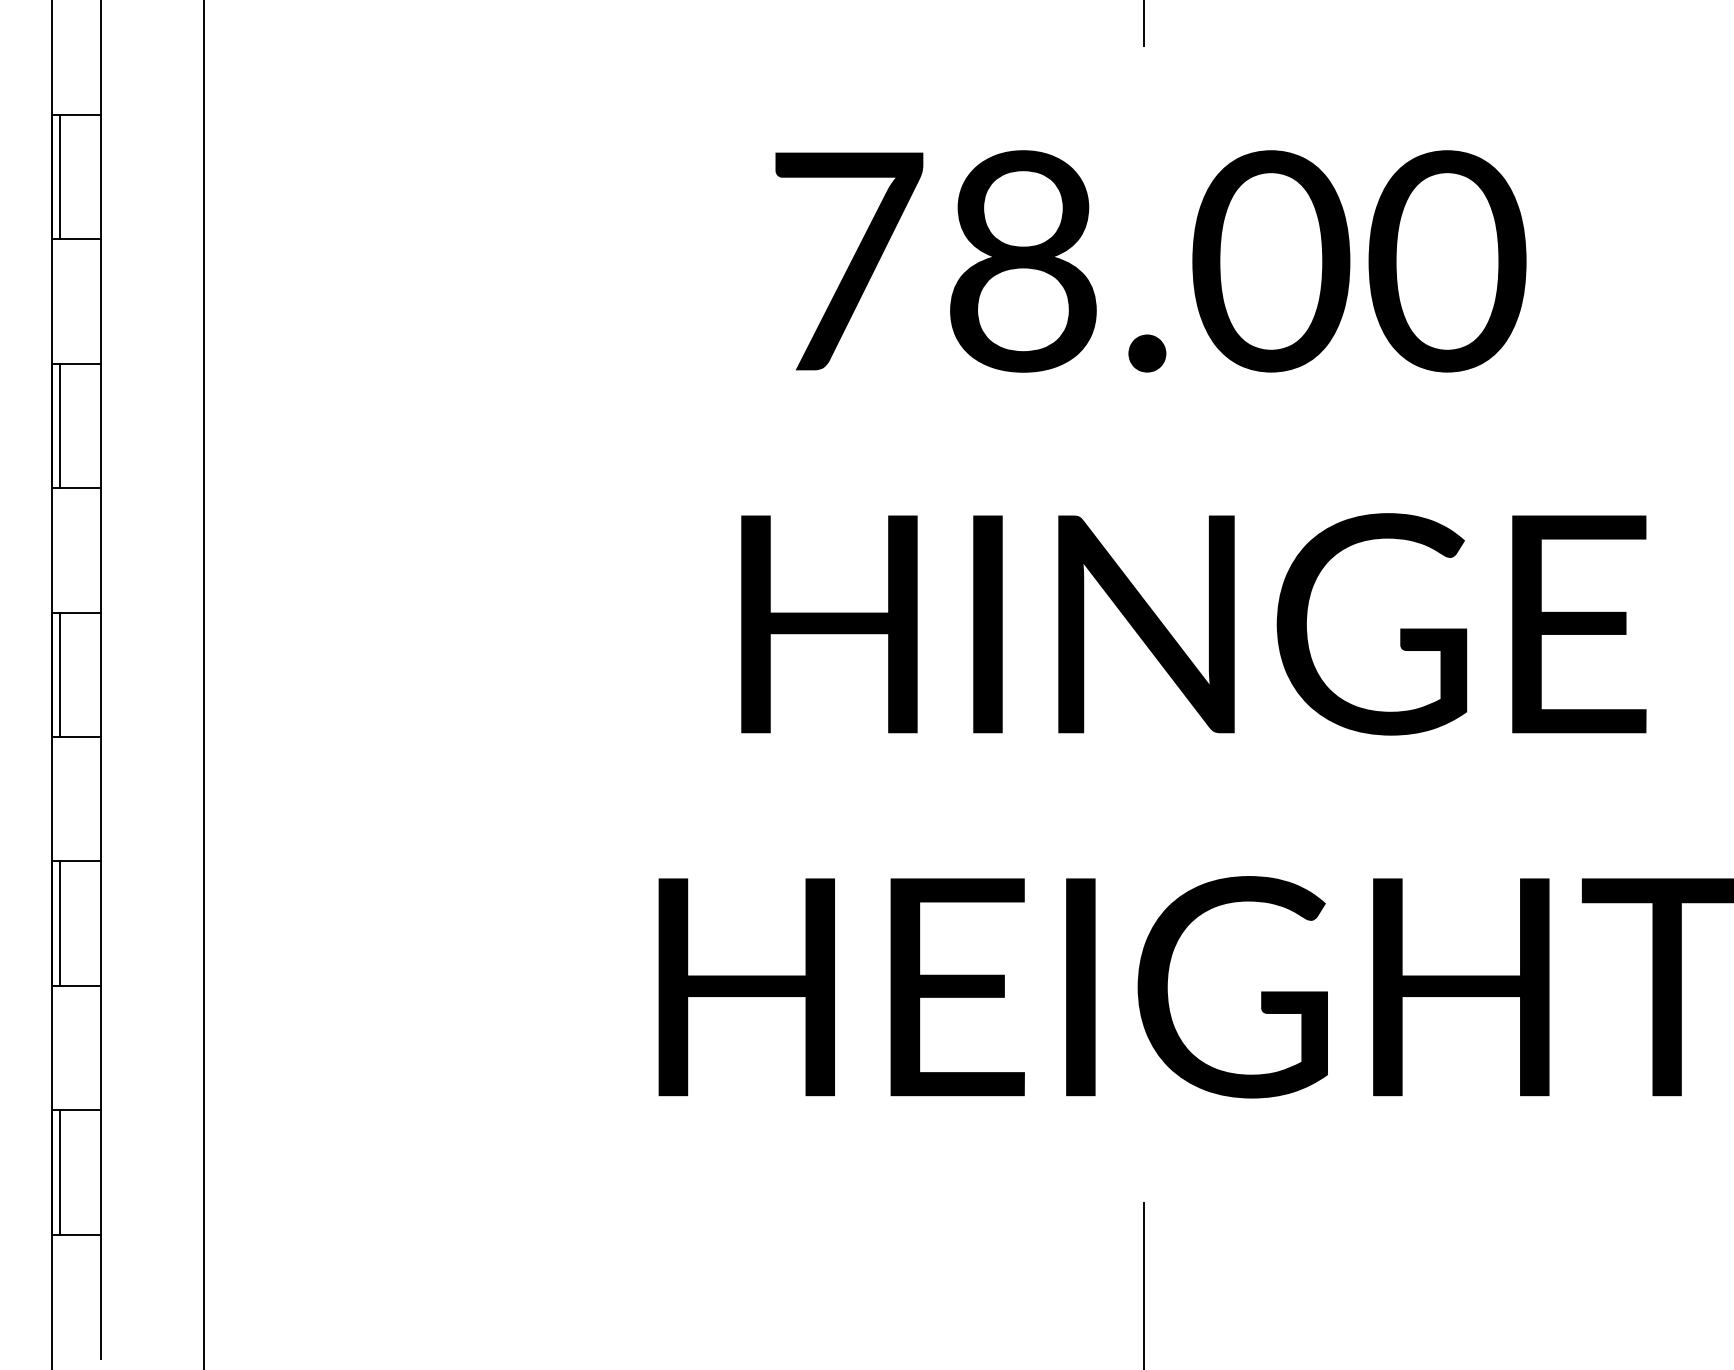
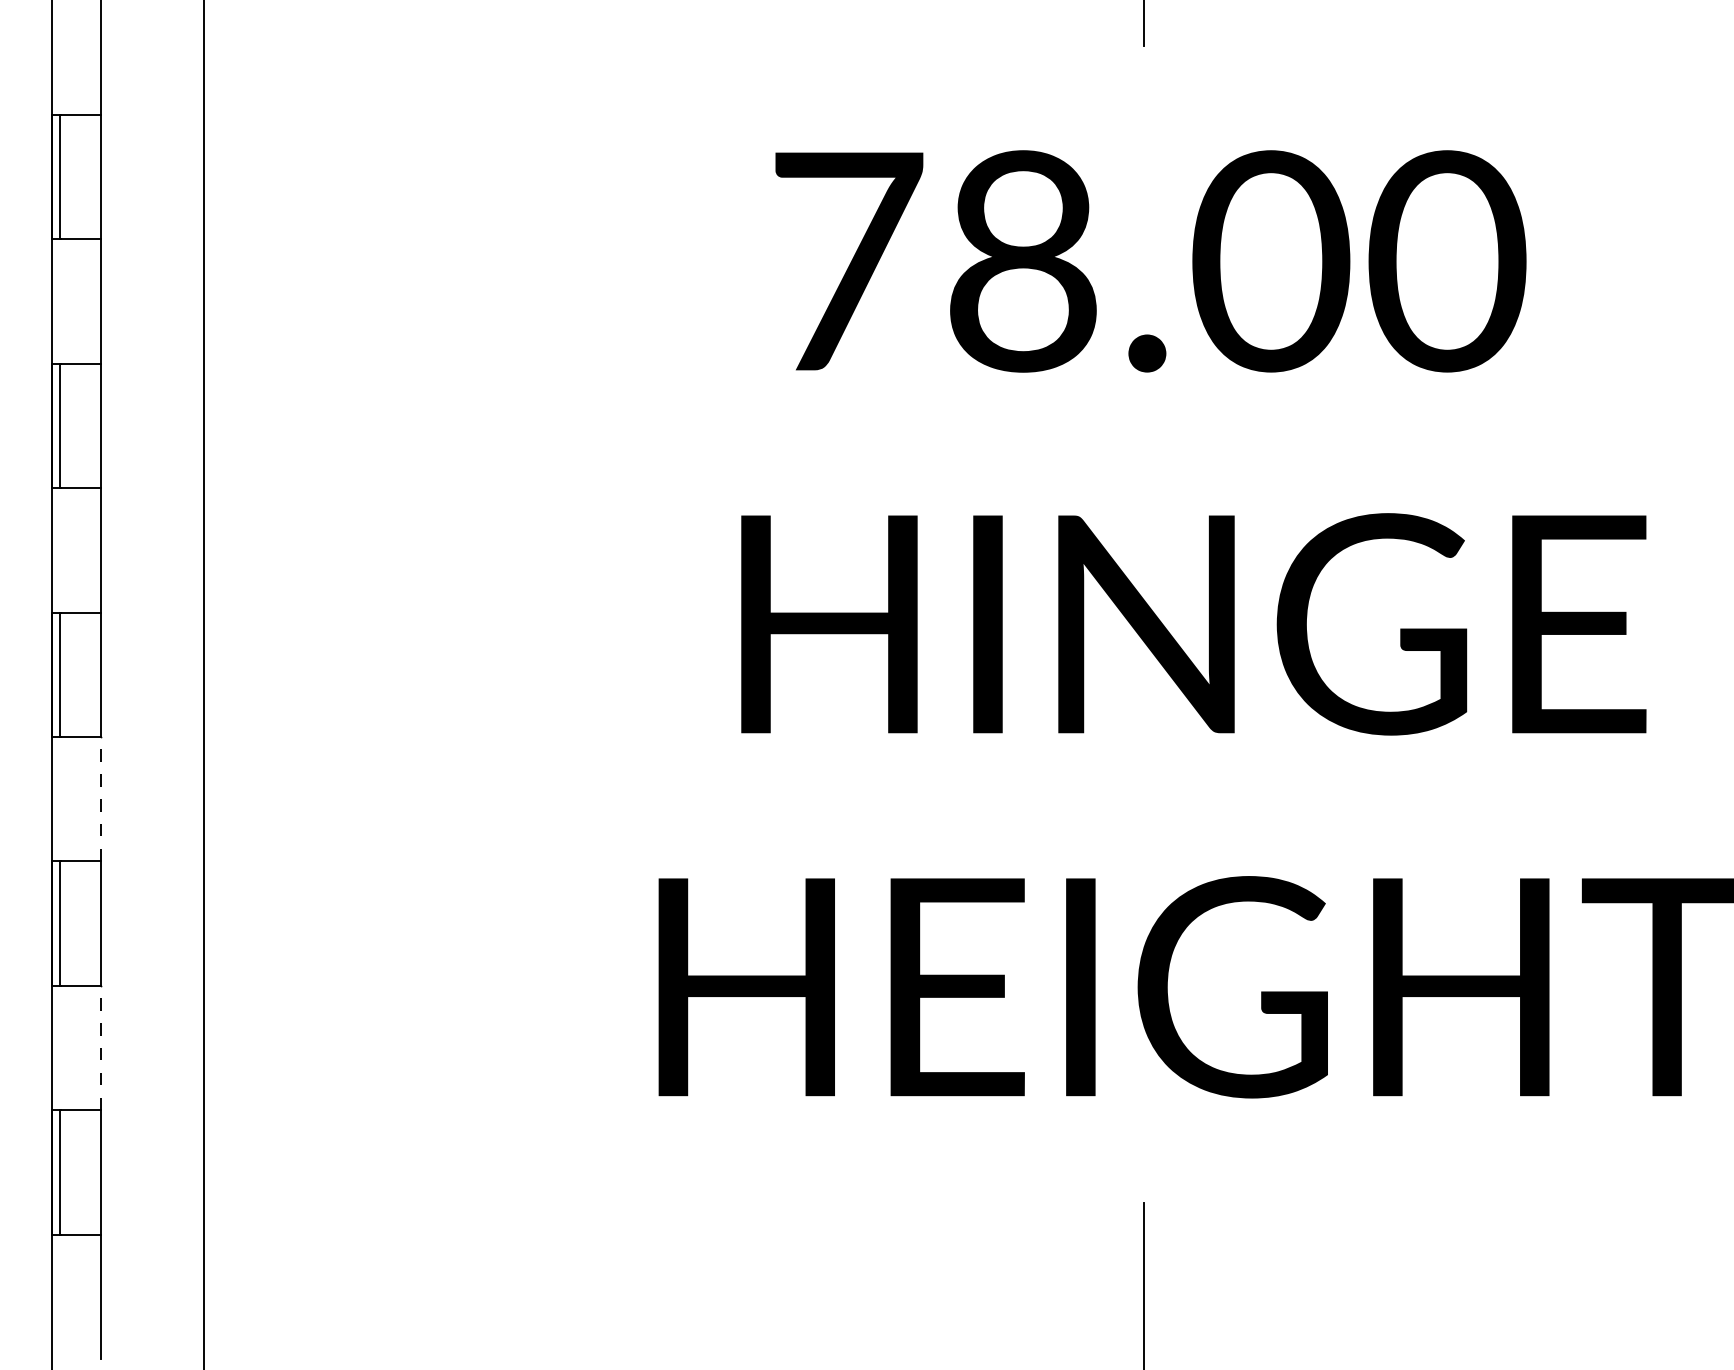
line at (100, 798): solid -> dashed
line at (100, 1047): solid -> dashed
